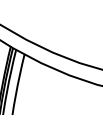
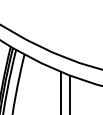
line at (60, 91): none -> present
line at (70, 93): none -> present
